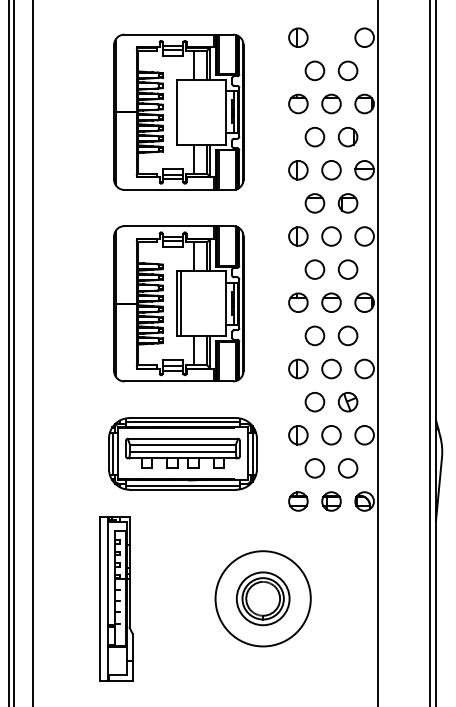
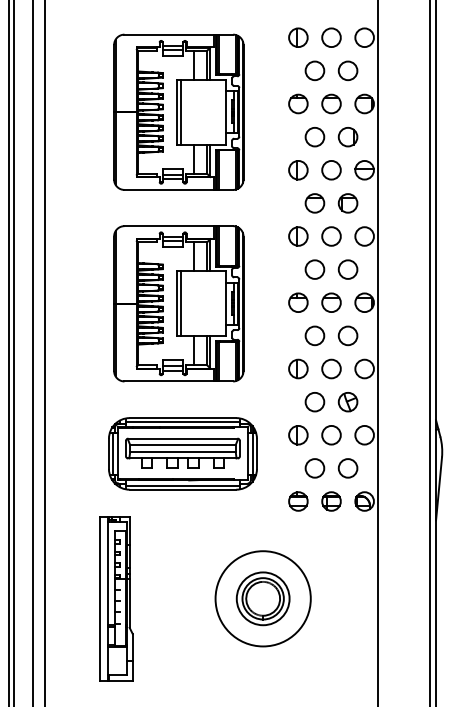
circle at (331, 37): none -> present
line at (180, 111): none -> present
line at (44, 352): none -> present
